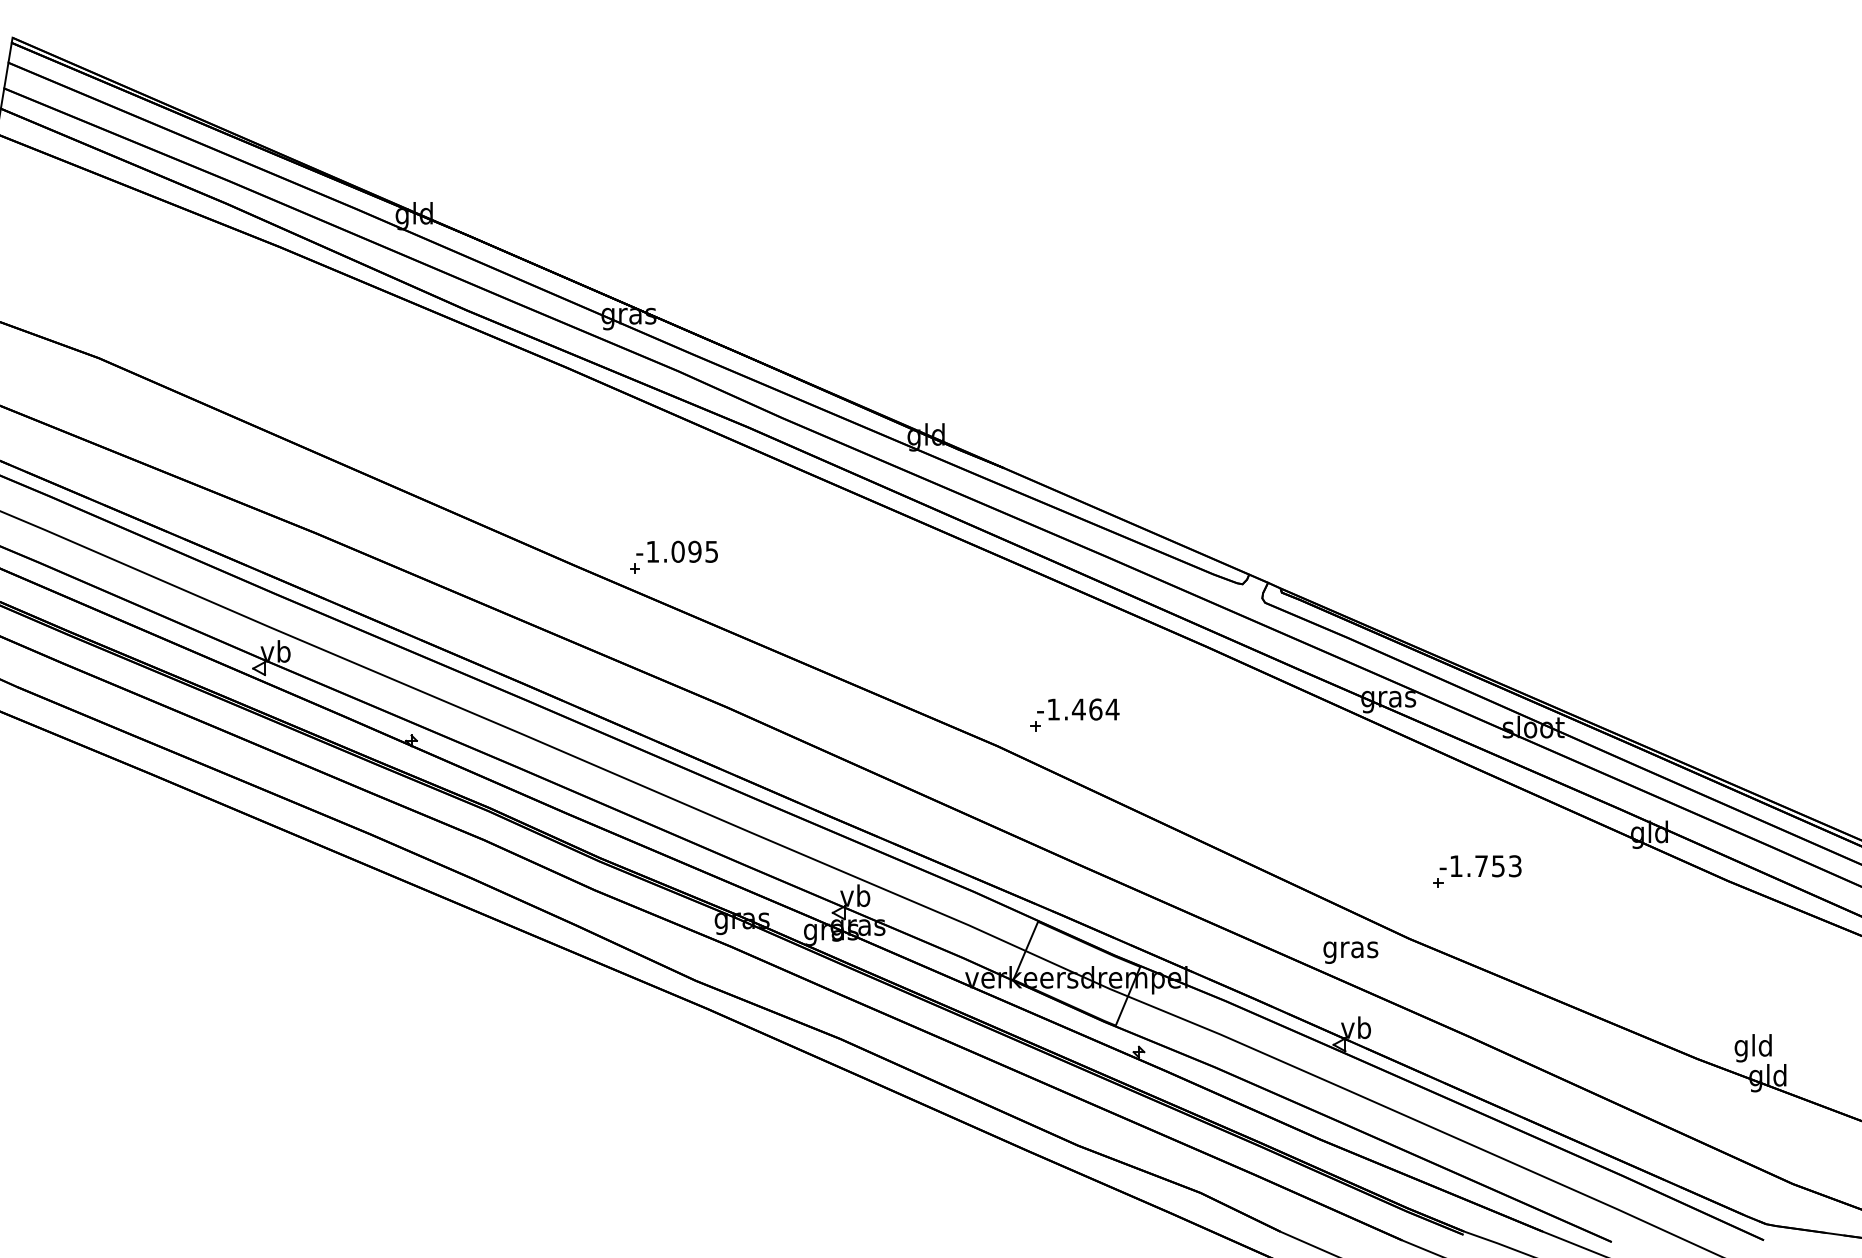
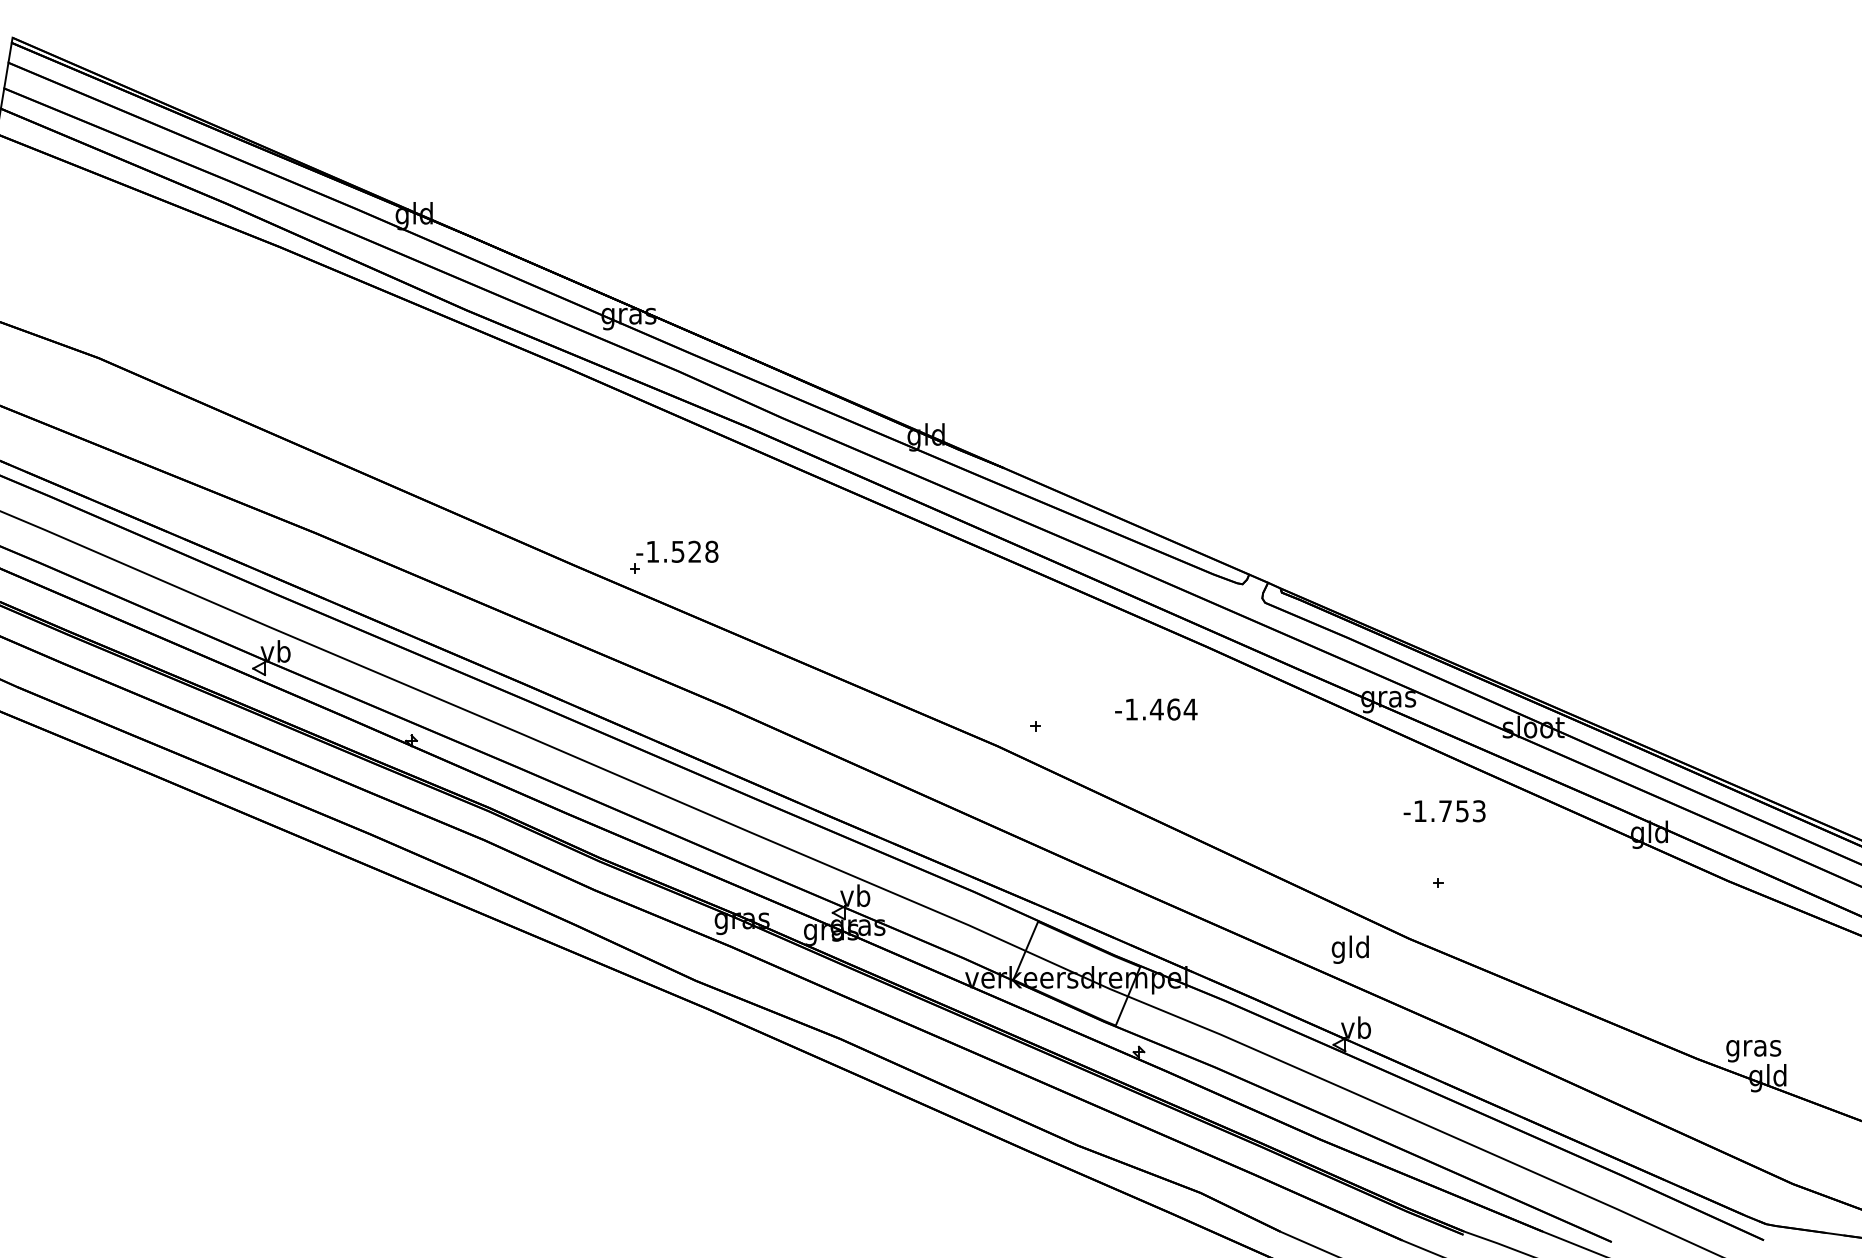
text at (694, 551): -1.095 -> -1.528
text at (1078, 709) position: (1078, 709) -> (1156, 709)
text at (1480, 866) position: (1480, 866) -> (1444, 811)
text at (1350, 949): gras -> gld
text at (1753, 1048): gld -> gras
